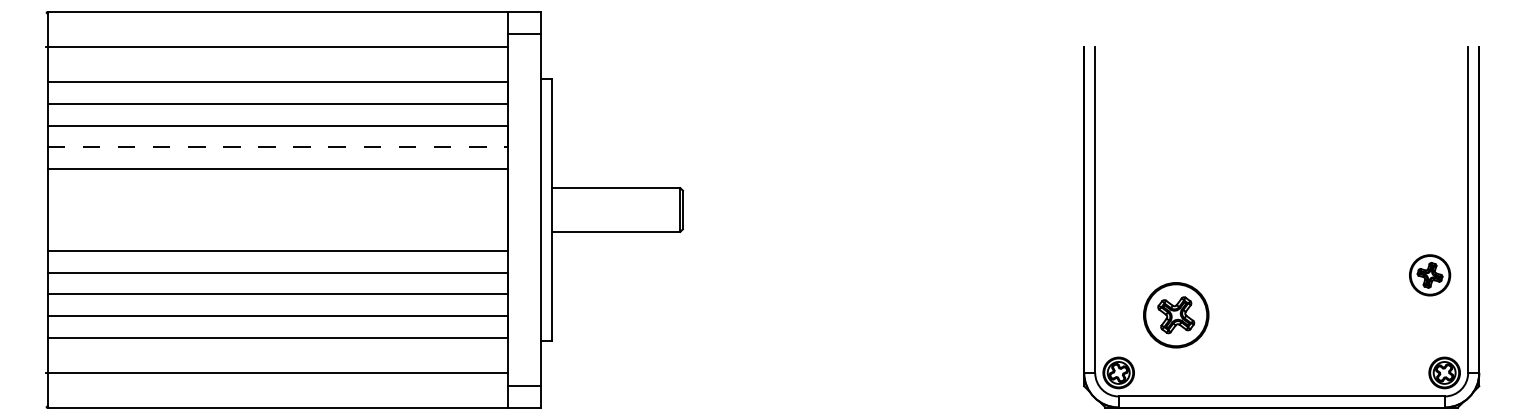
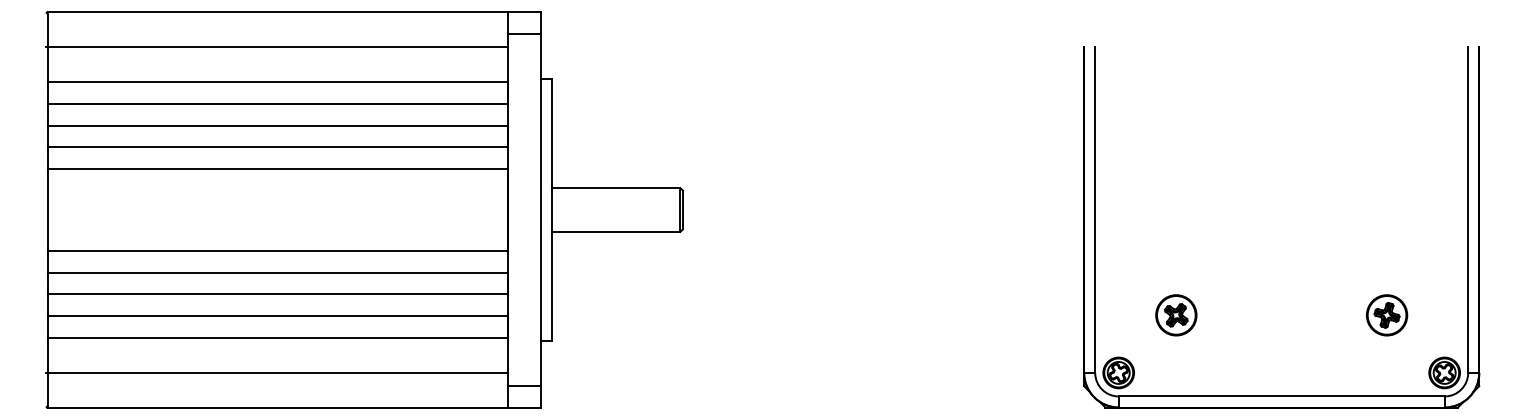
line at (278, 147): dashed -> solid
part at (1430, 275) position: (1430, 275) -> (1387, 315)
part at (1176, 315) size: 67x67 px -> 43x43 px
